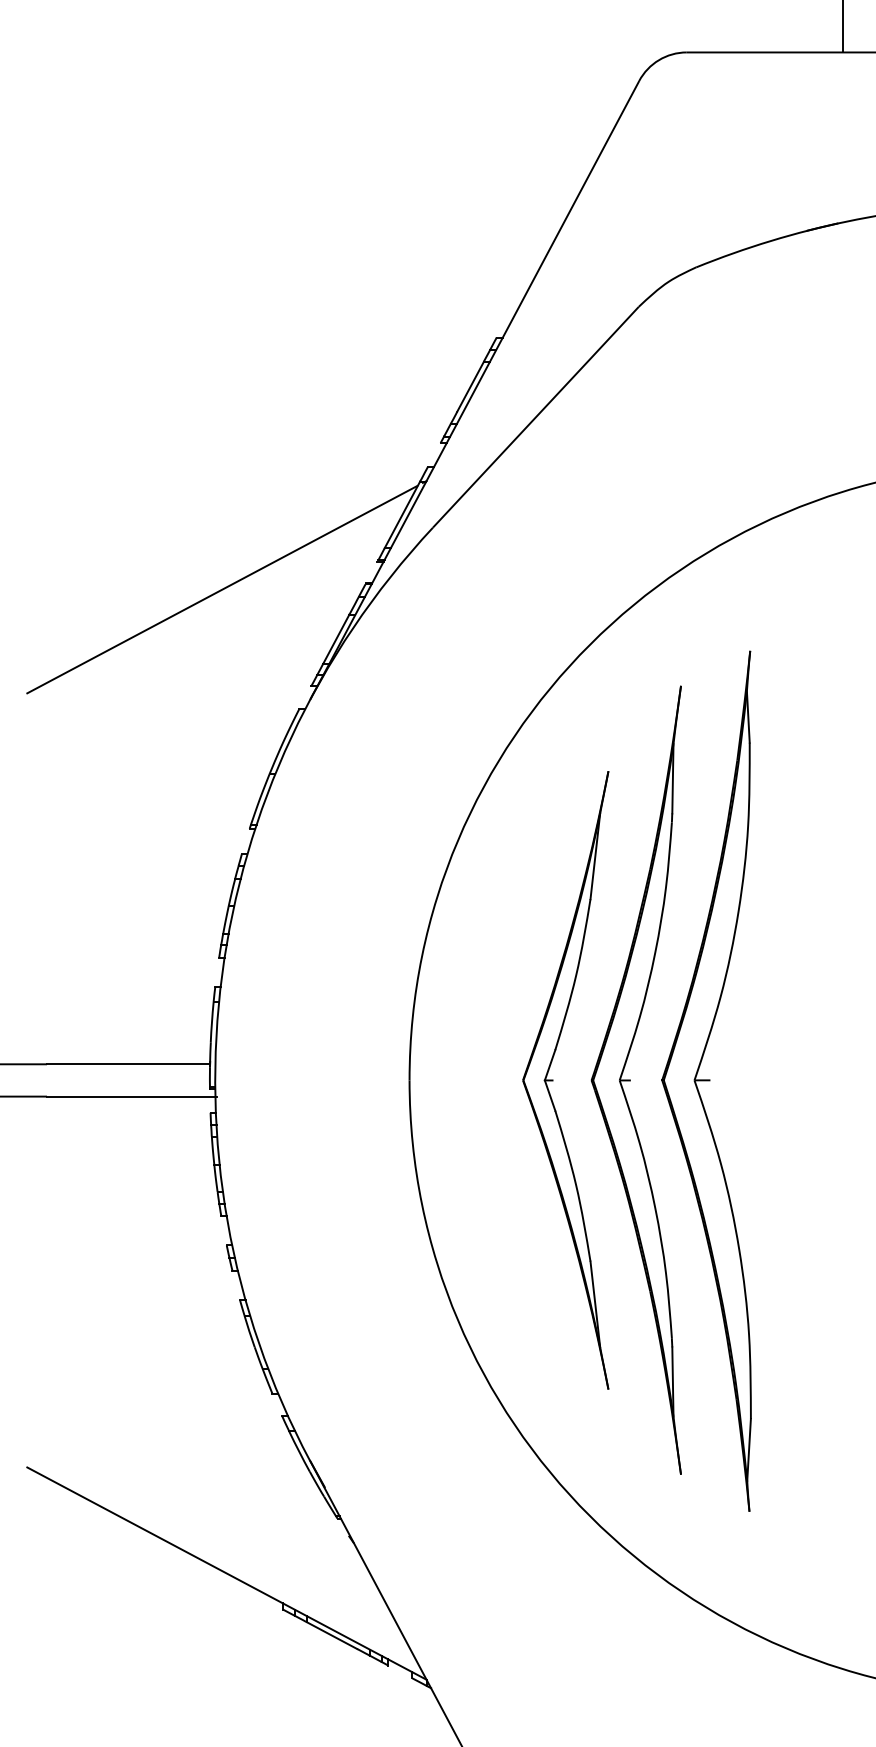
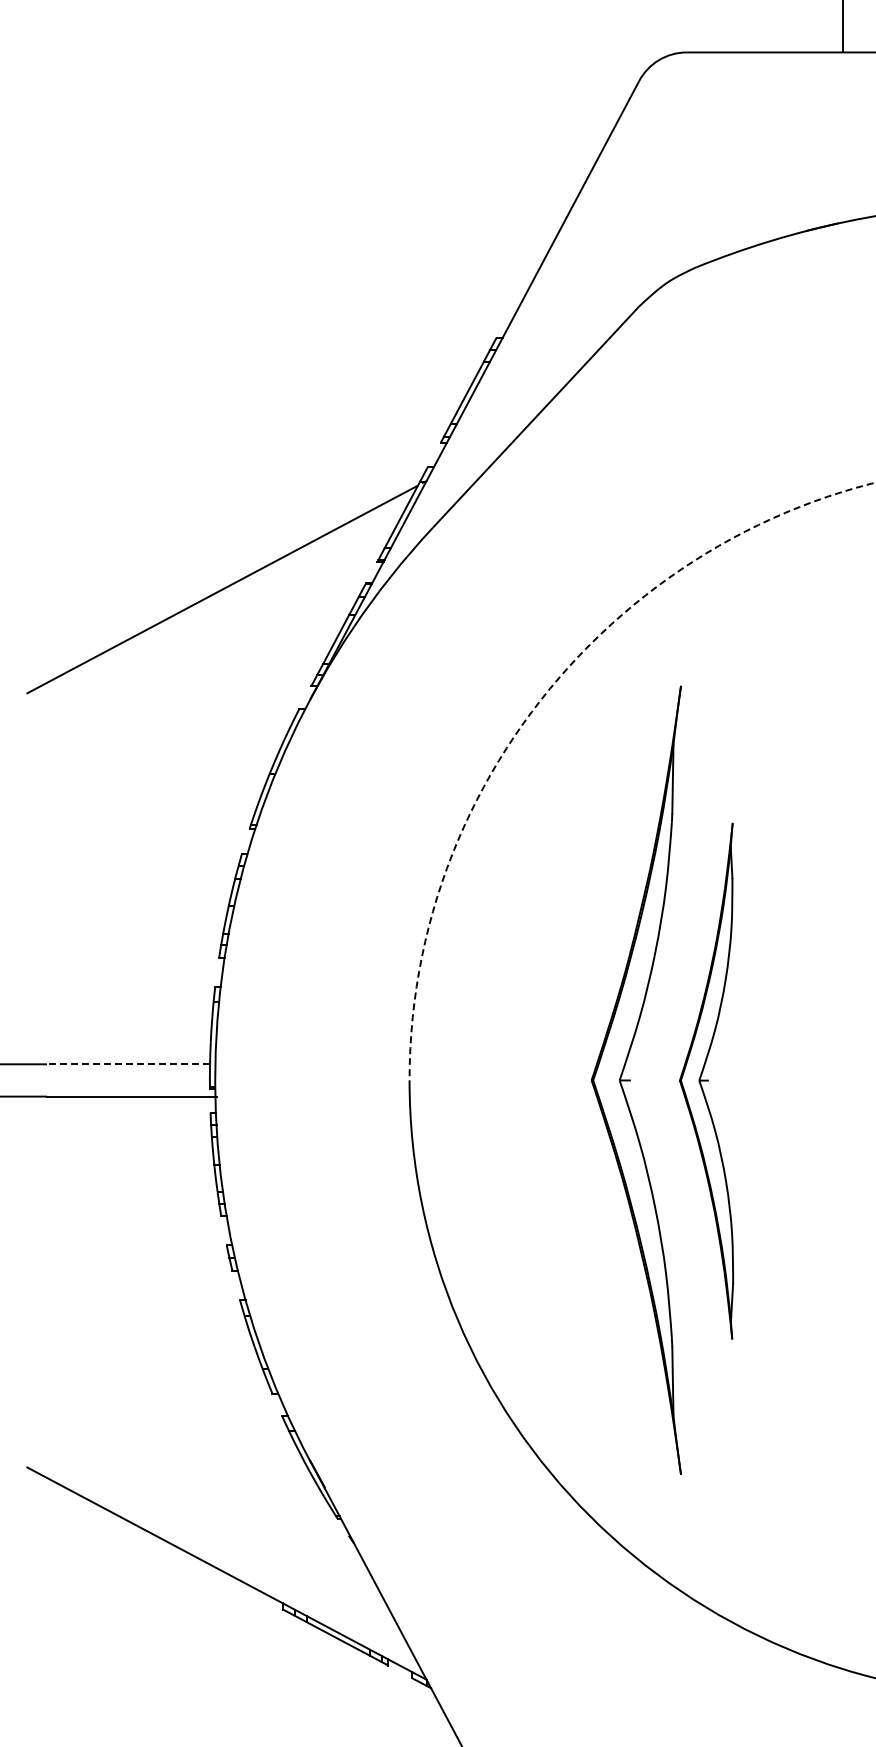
arc at (539, 701): solid -> dashed
line at (128, 1064): solid -> dashed
part at (553, 1080): present -> none
part at (706, 1080) size: 91x862 px -> 56x518 px
